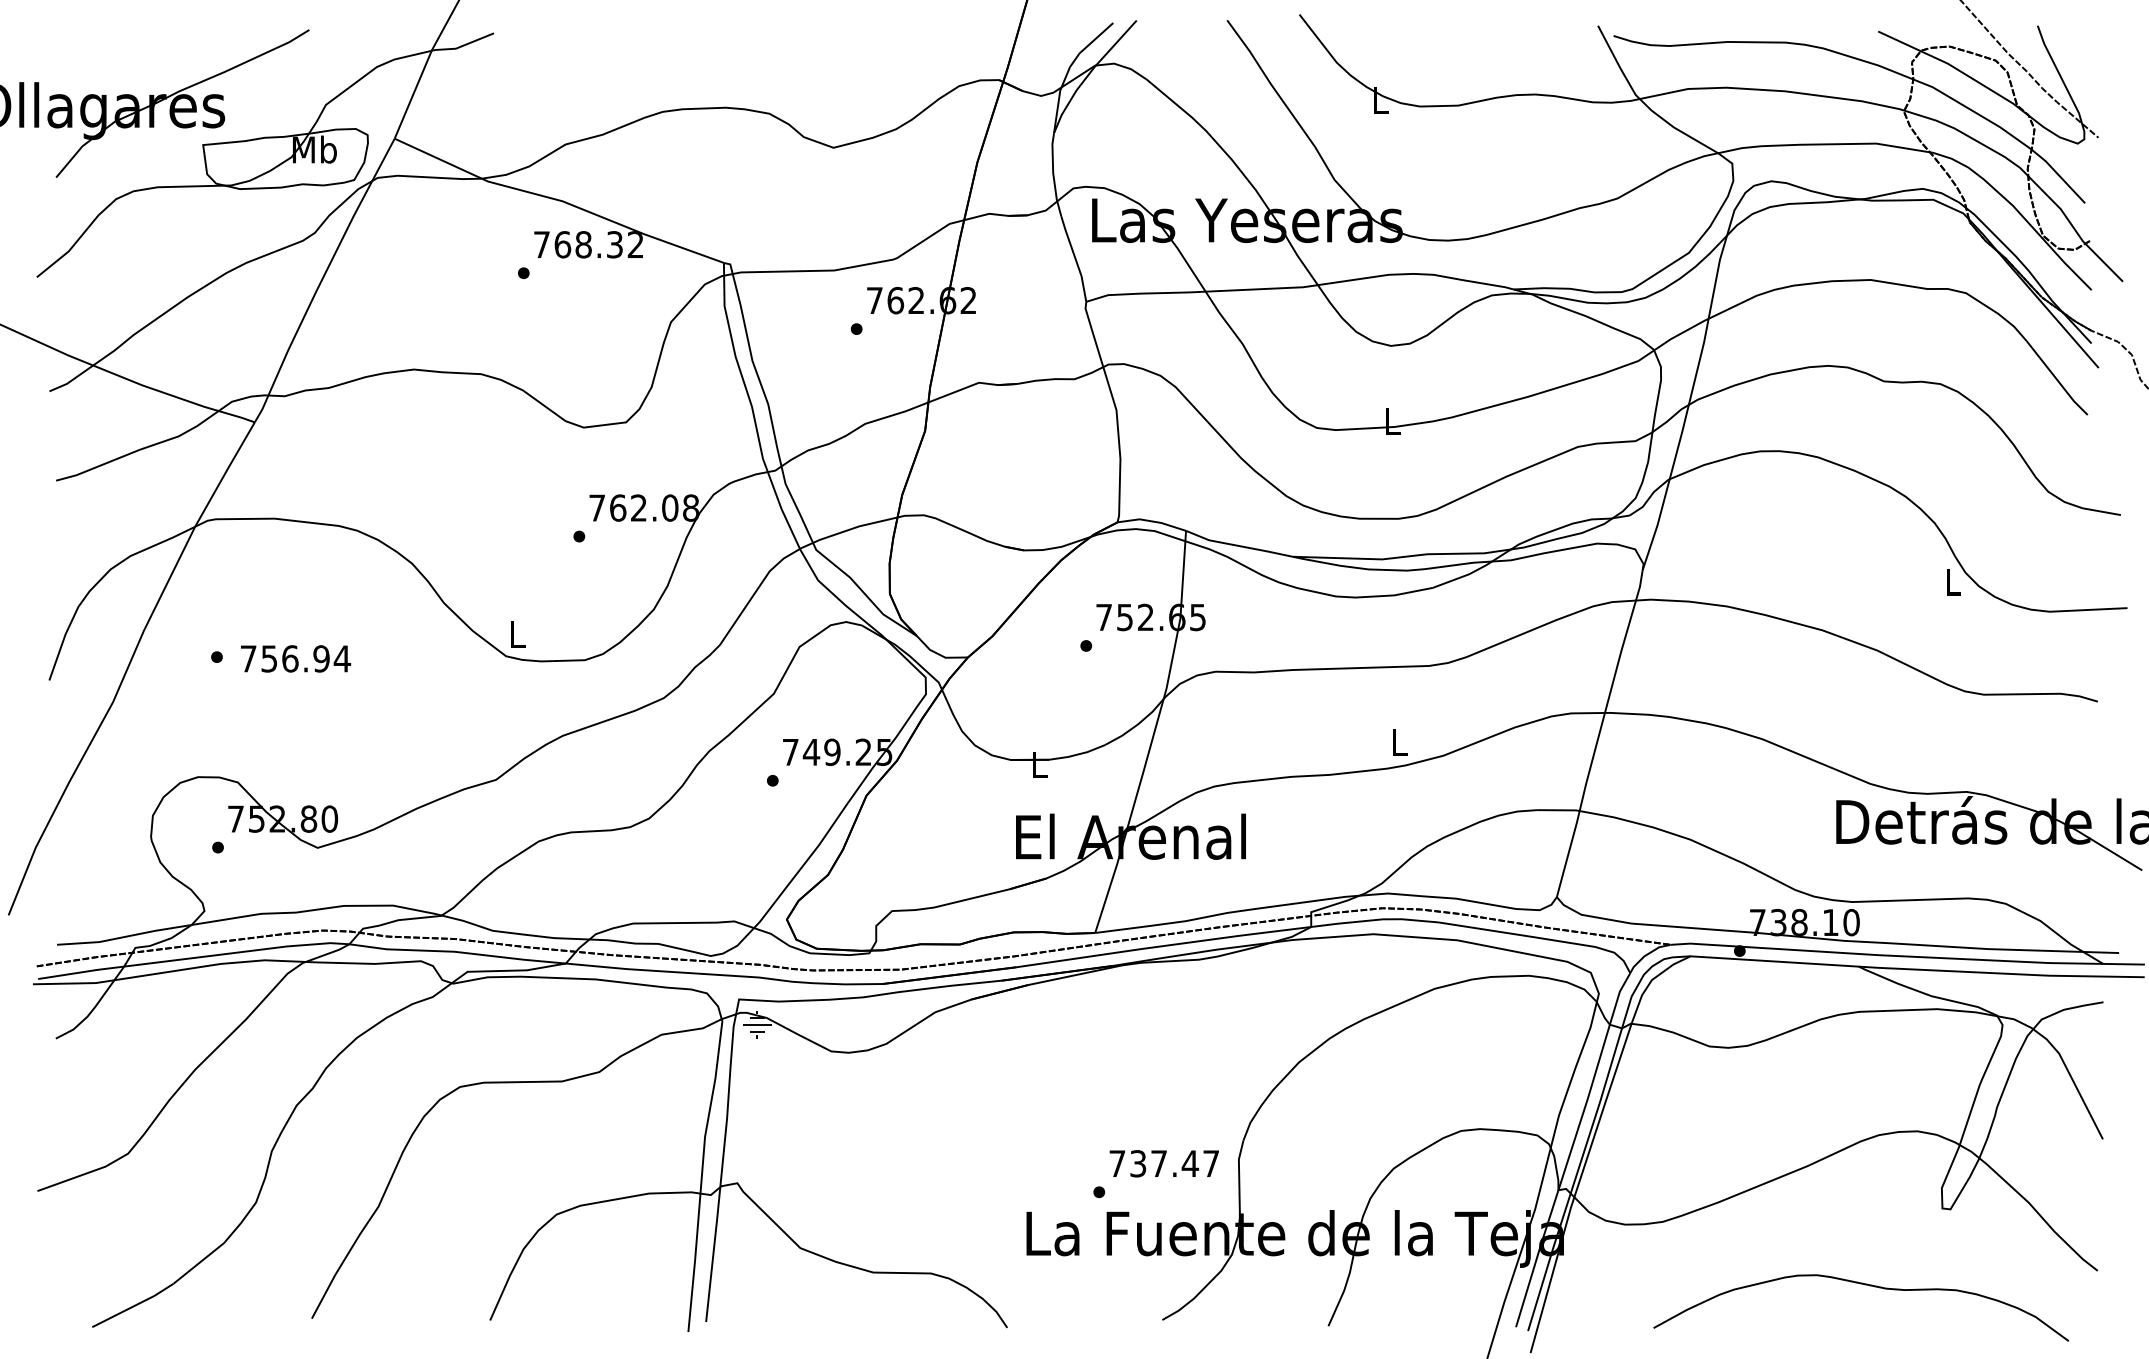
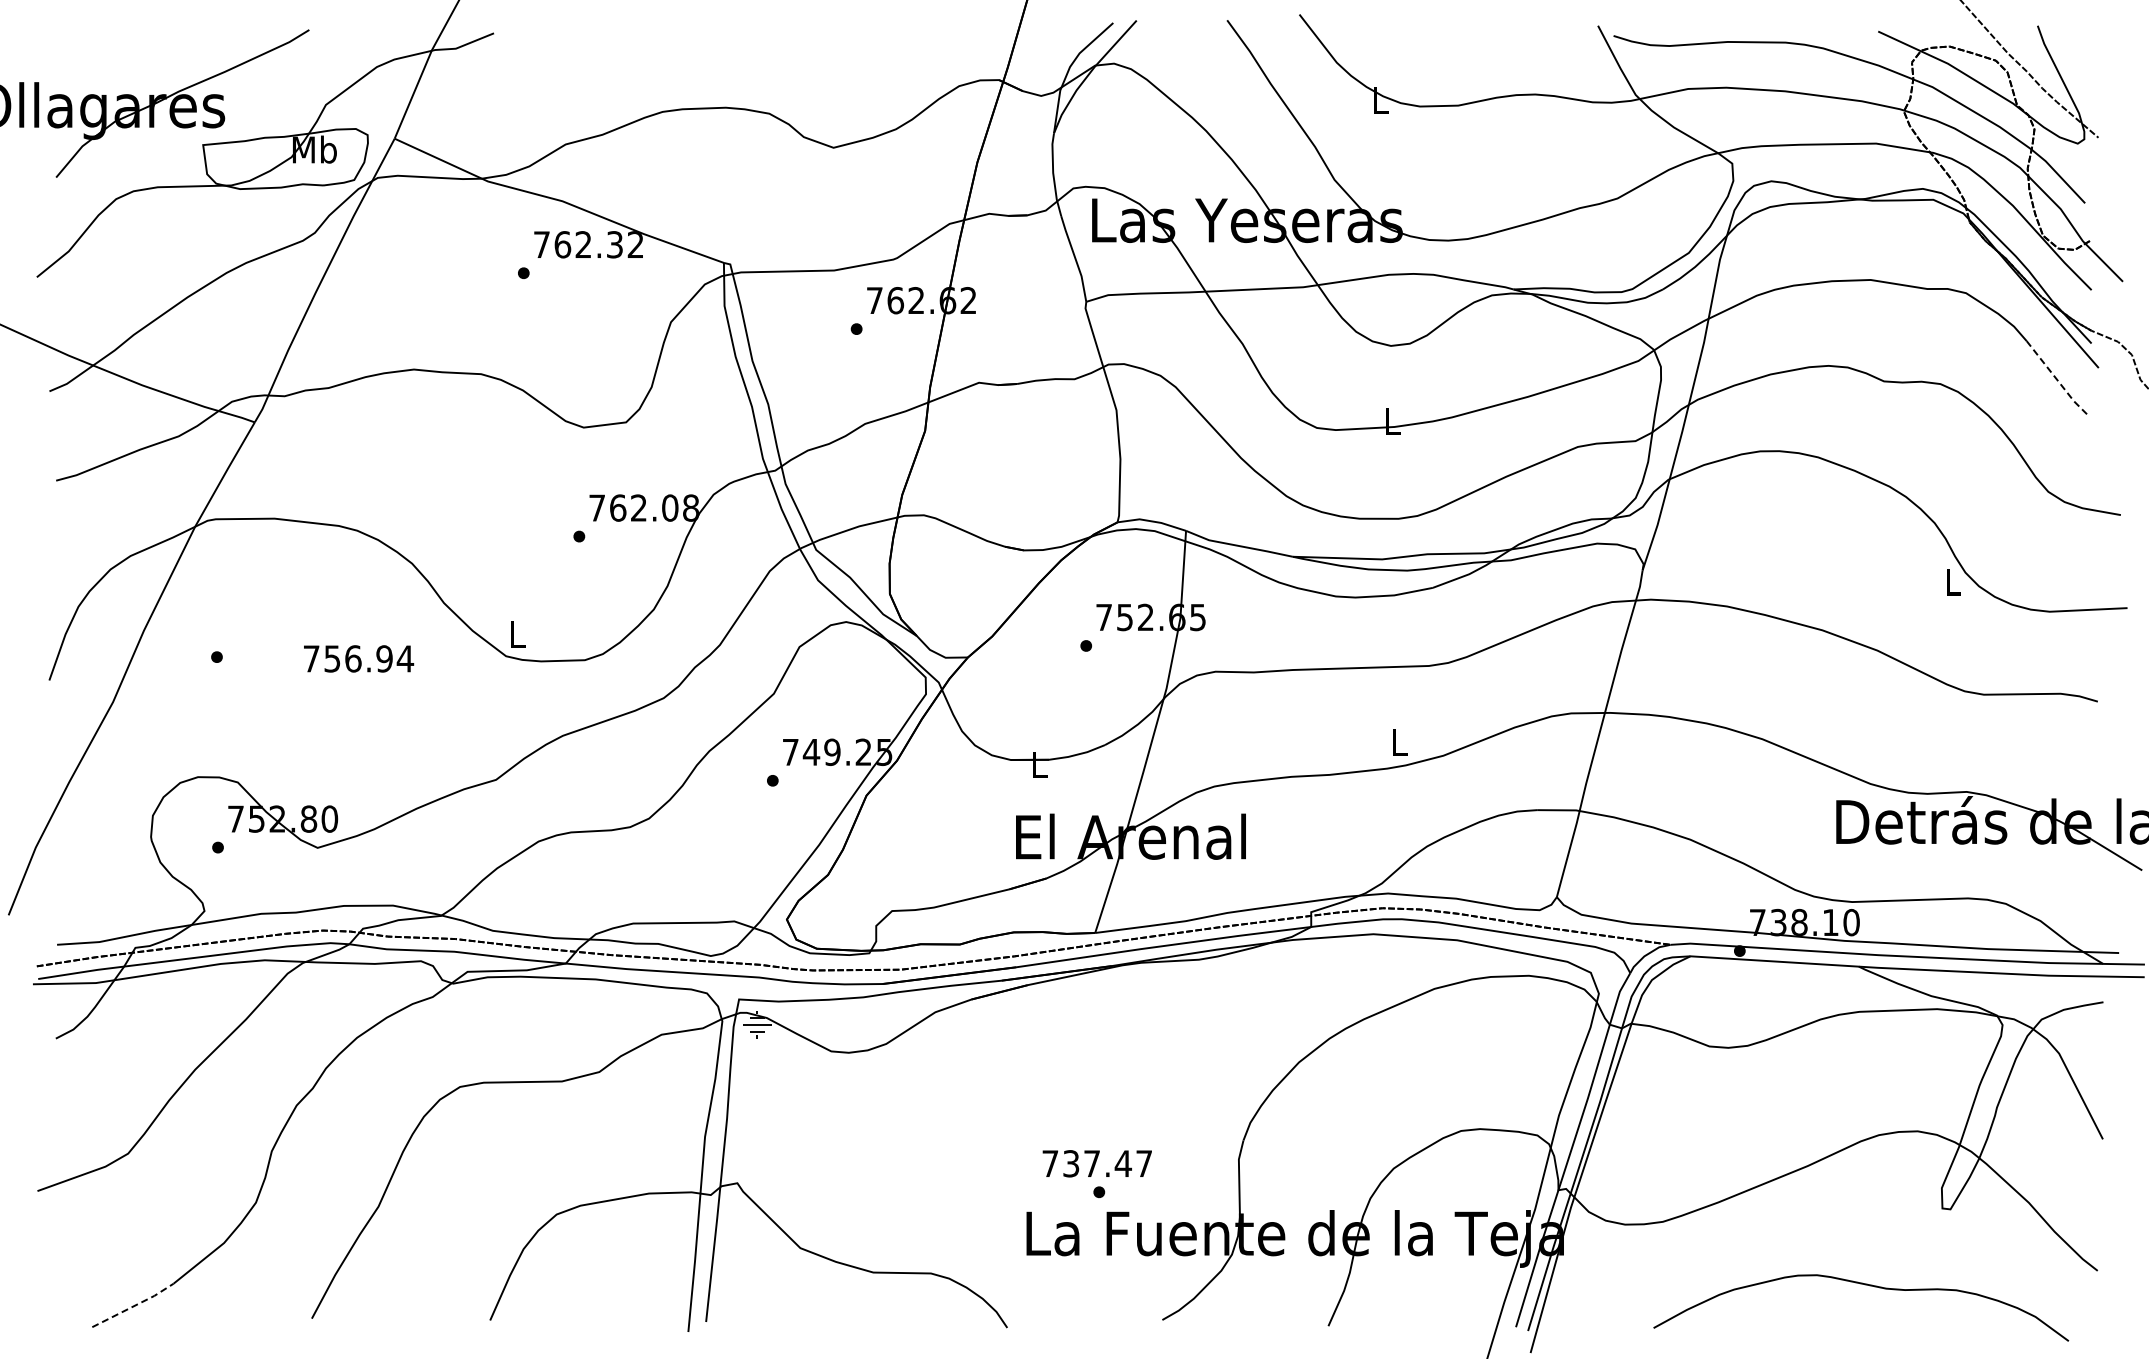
text at (583, 244): 768.32 -> 762.32
line at (2056, 379): solid -> dashed
text at (296, 658) position: (296, 658) -> (359, 658)
text at (1163, 1163) position: (1163, 1163) -> (1096, 1163)
line at (134, 1306): solid -> dashed
